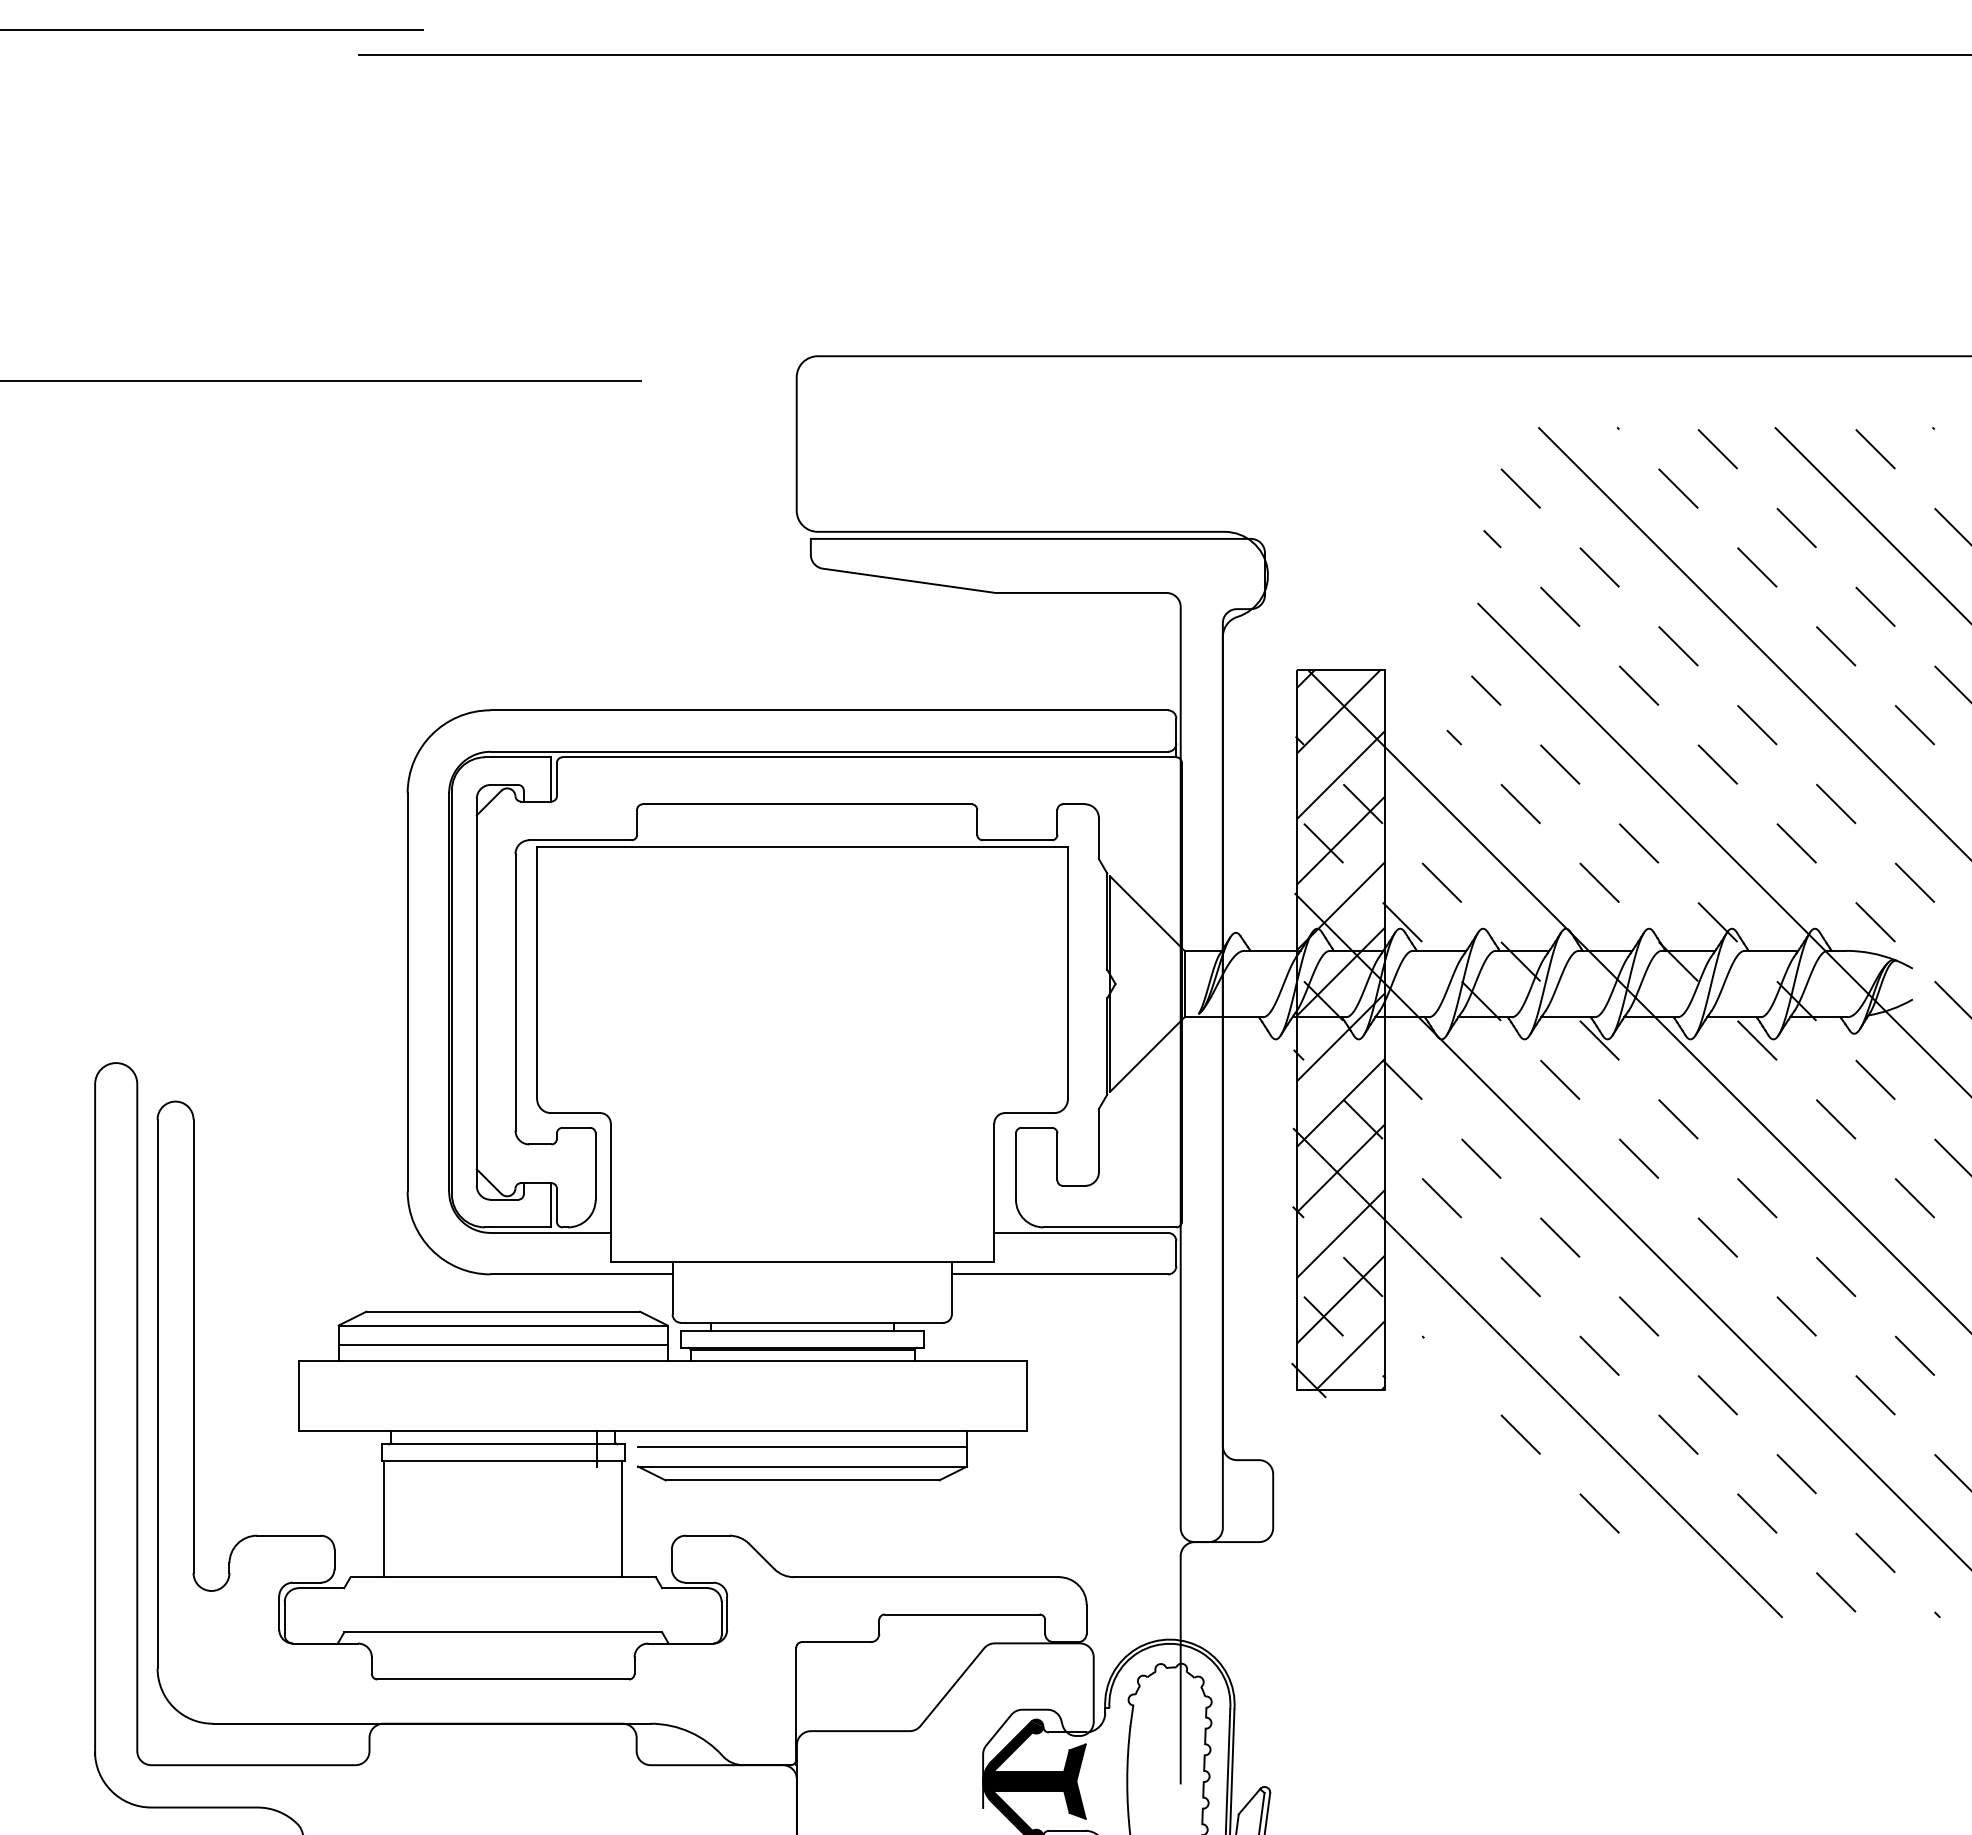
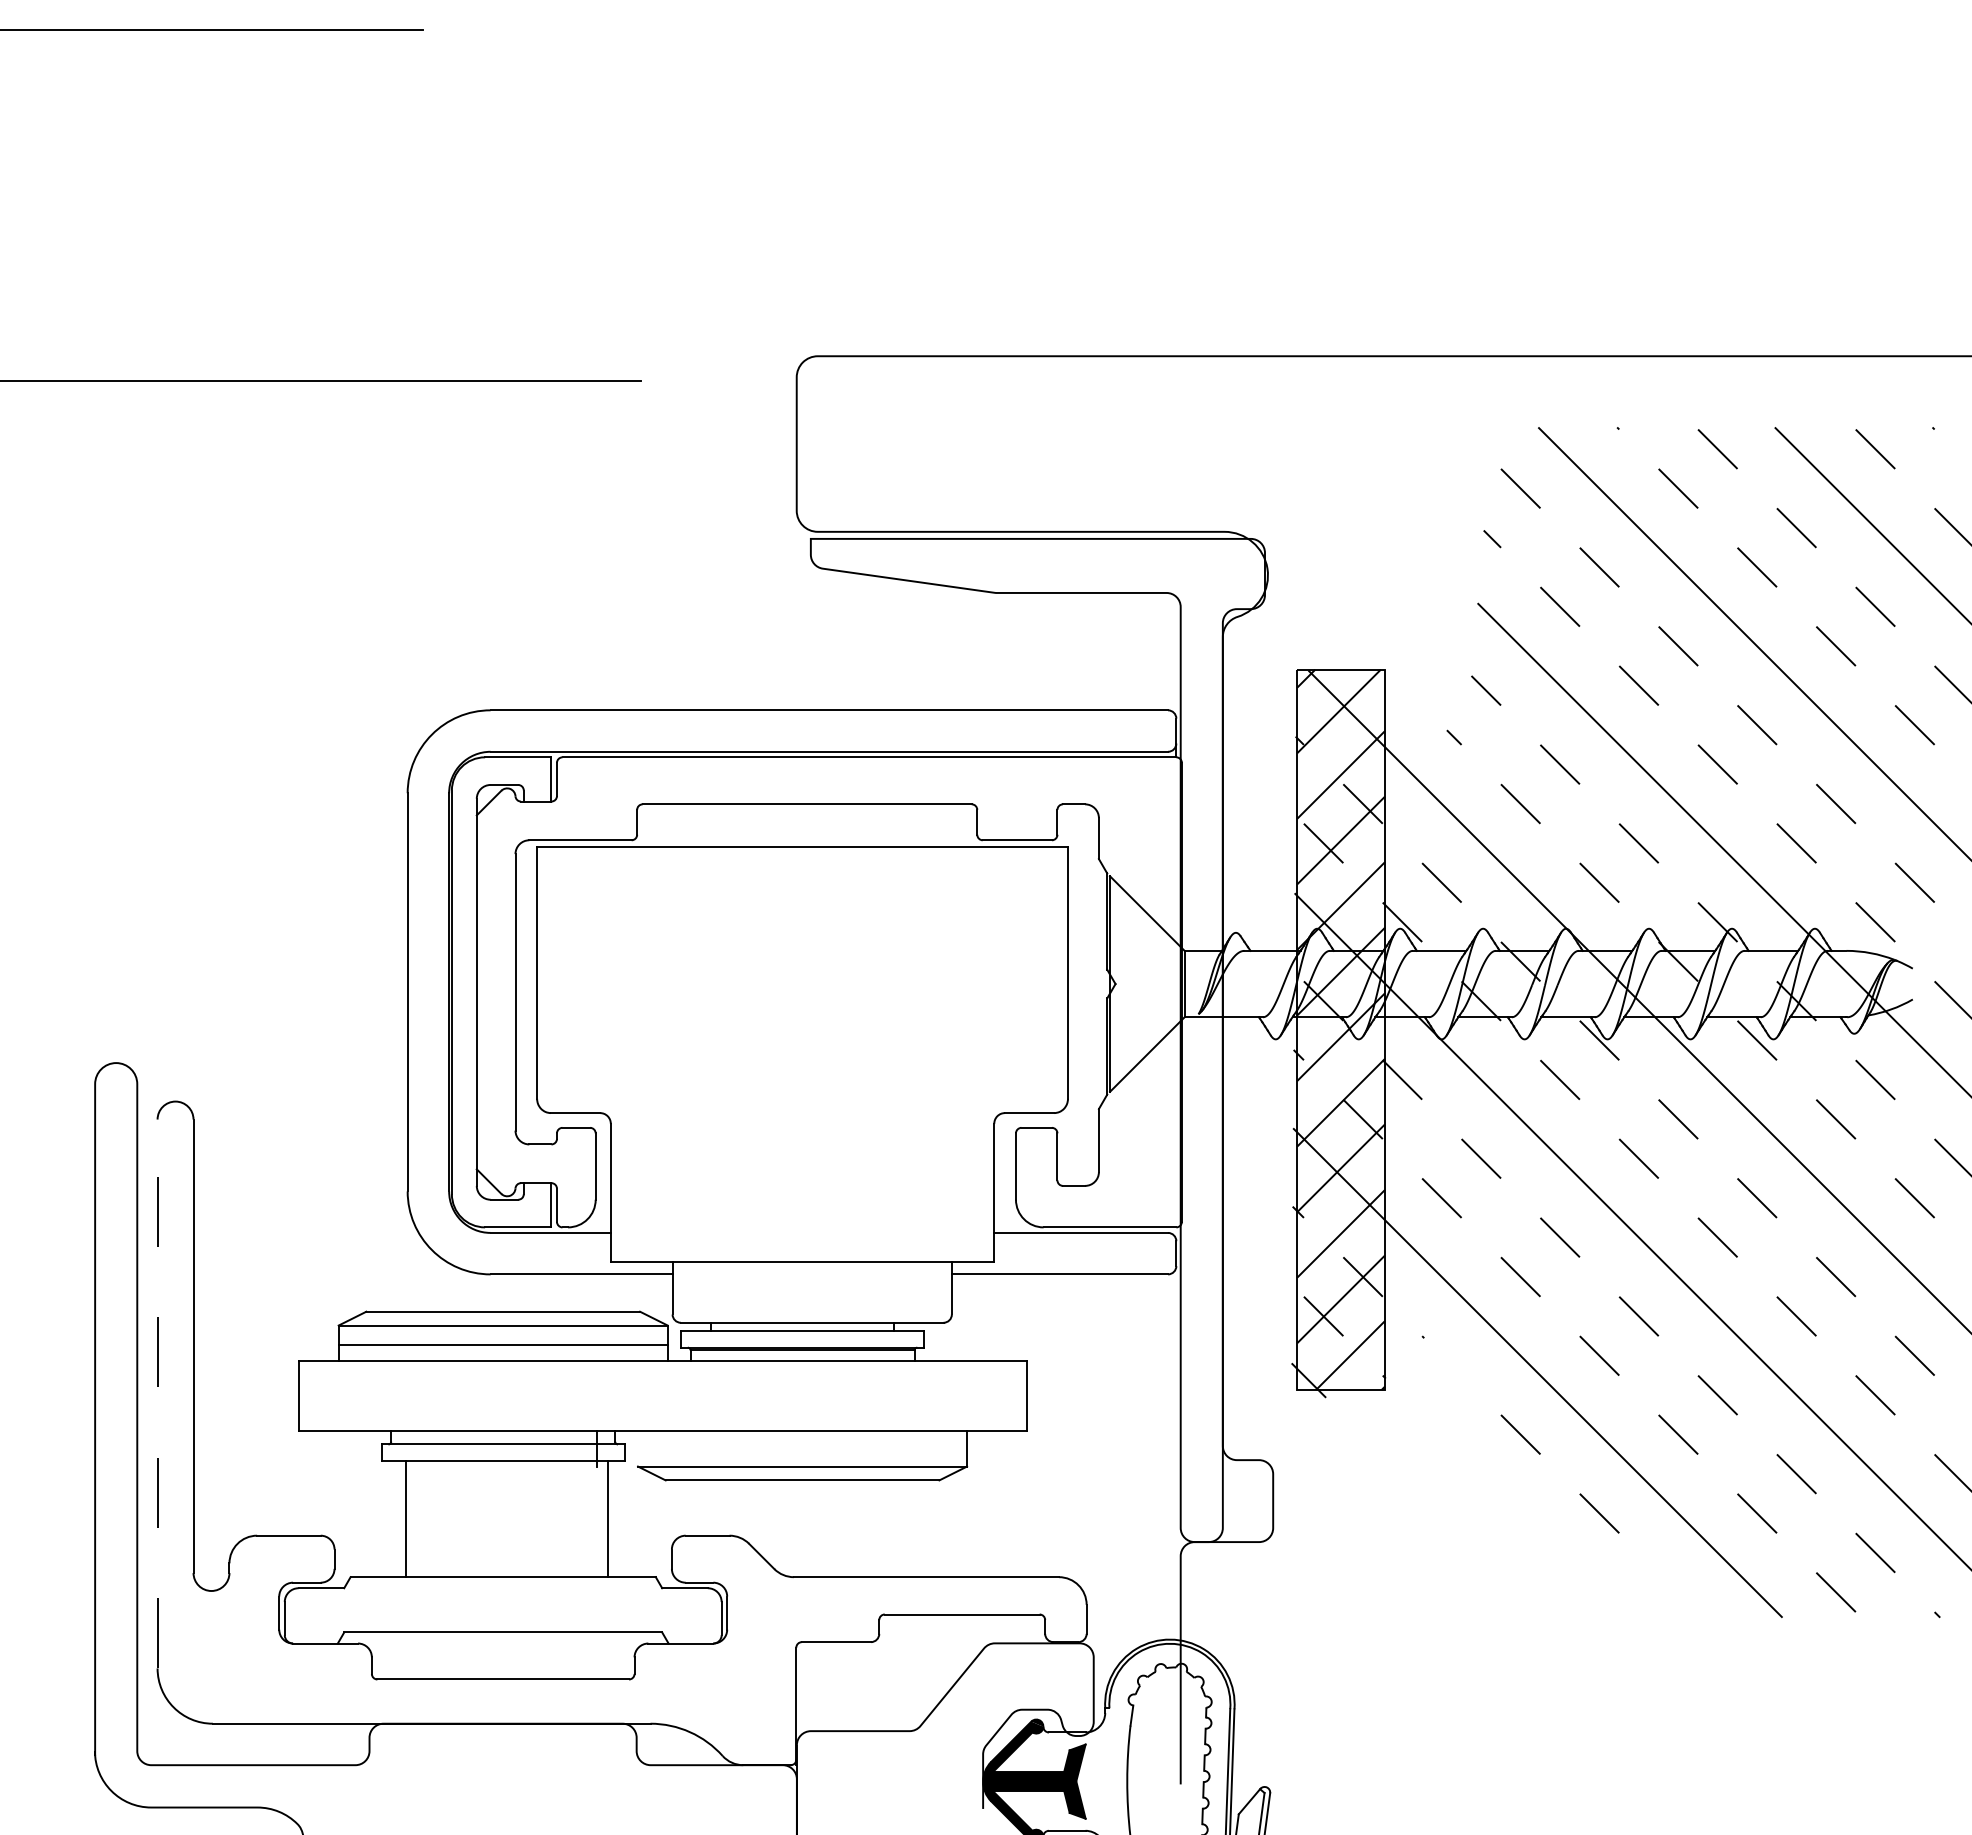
line at (1162, 55): present -> none
line at (157, 1393): solid -> dashed
line at (802, 1447): present -> none
line at (384, 1519) position: (384, 1519) -> (406, 1519)
line at (622, 1519) position: (622, 1519) -> (608, 1519)
